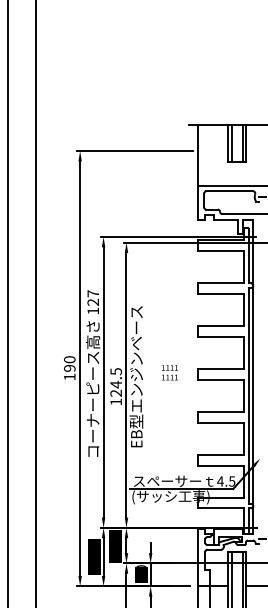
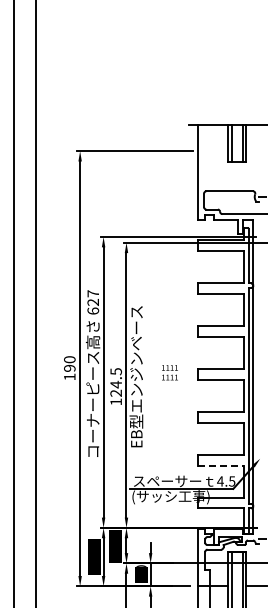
line at (231, 185): present -> none
line at (8, 303) position: (8, 303) -> (14, 303)
text at (93, 310): 127 -> 627
line at (221, 465): solid -> dashed
